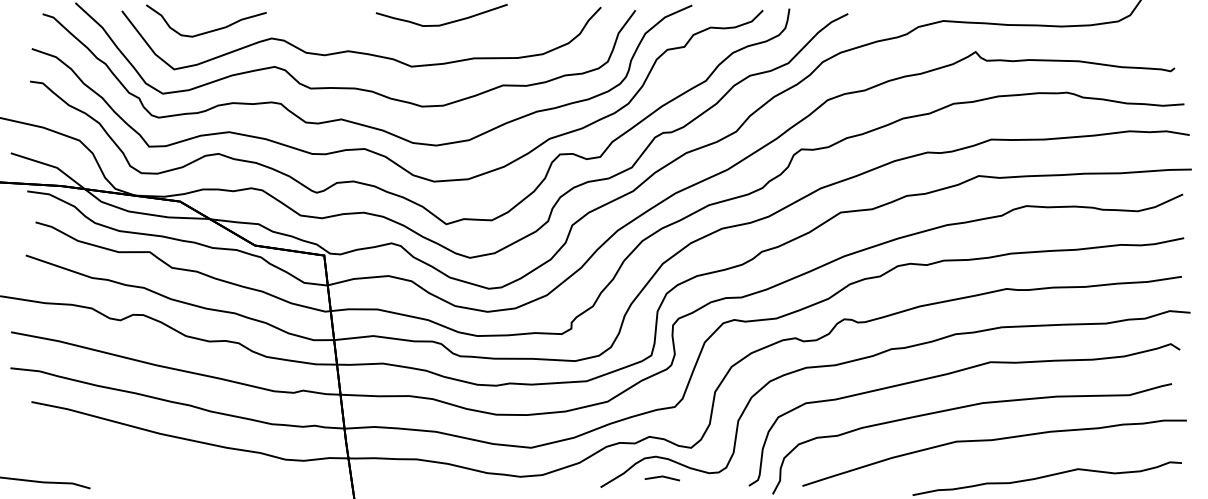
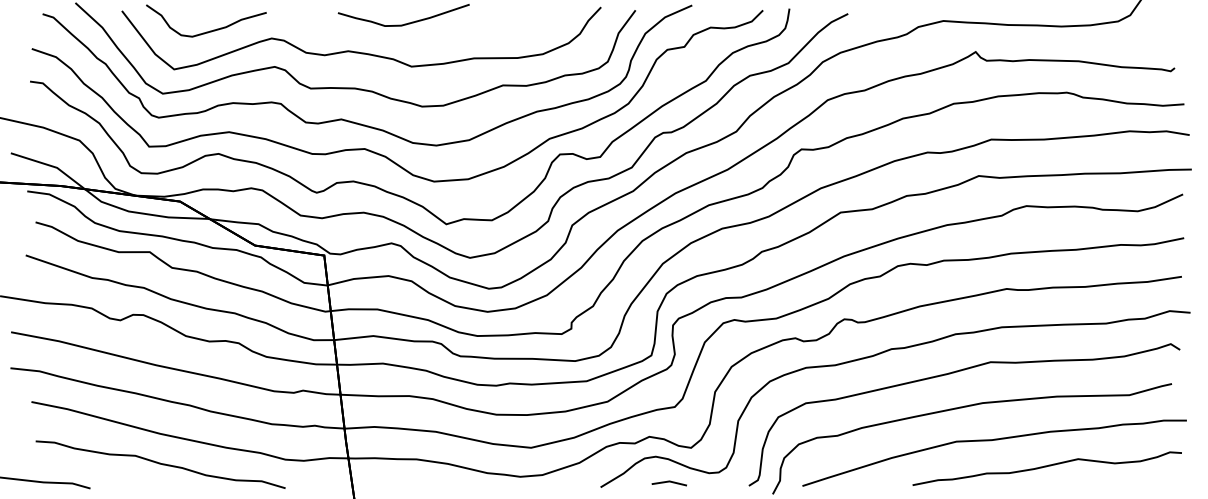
curve at (442, 23) position: (442, 23) -> (404, 23)
curve at (160, 464): none -> present
line at (661, 477) position: (661, 477) -> (668, 482)
curve at (1046, 477) position: (1046, 477) -> (1046, 467)
